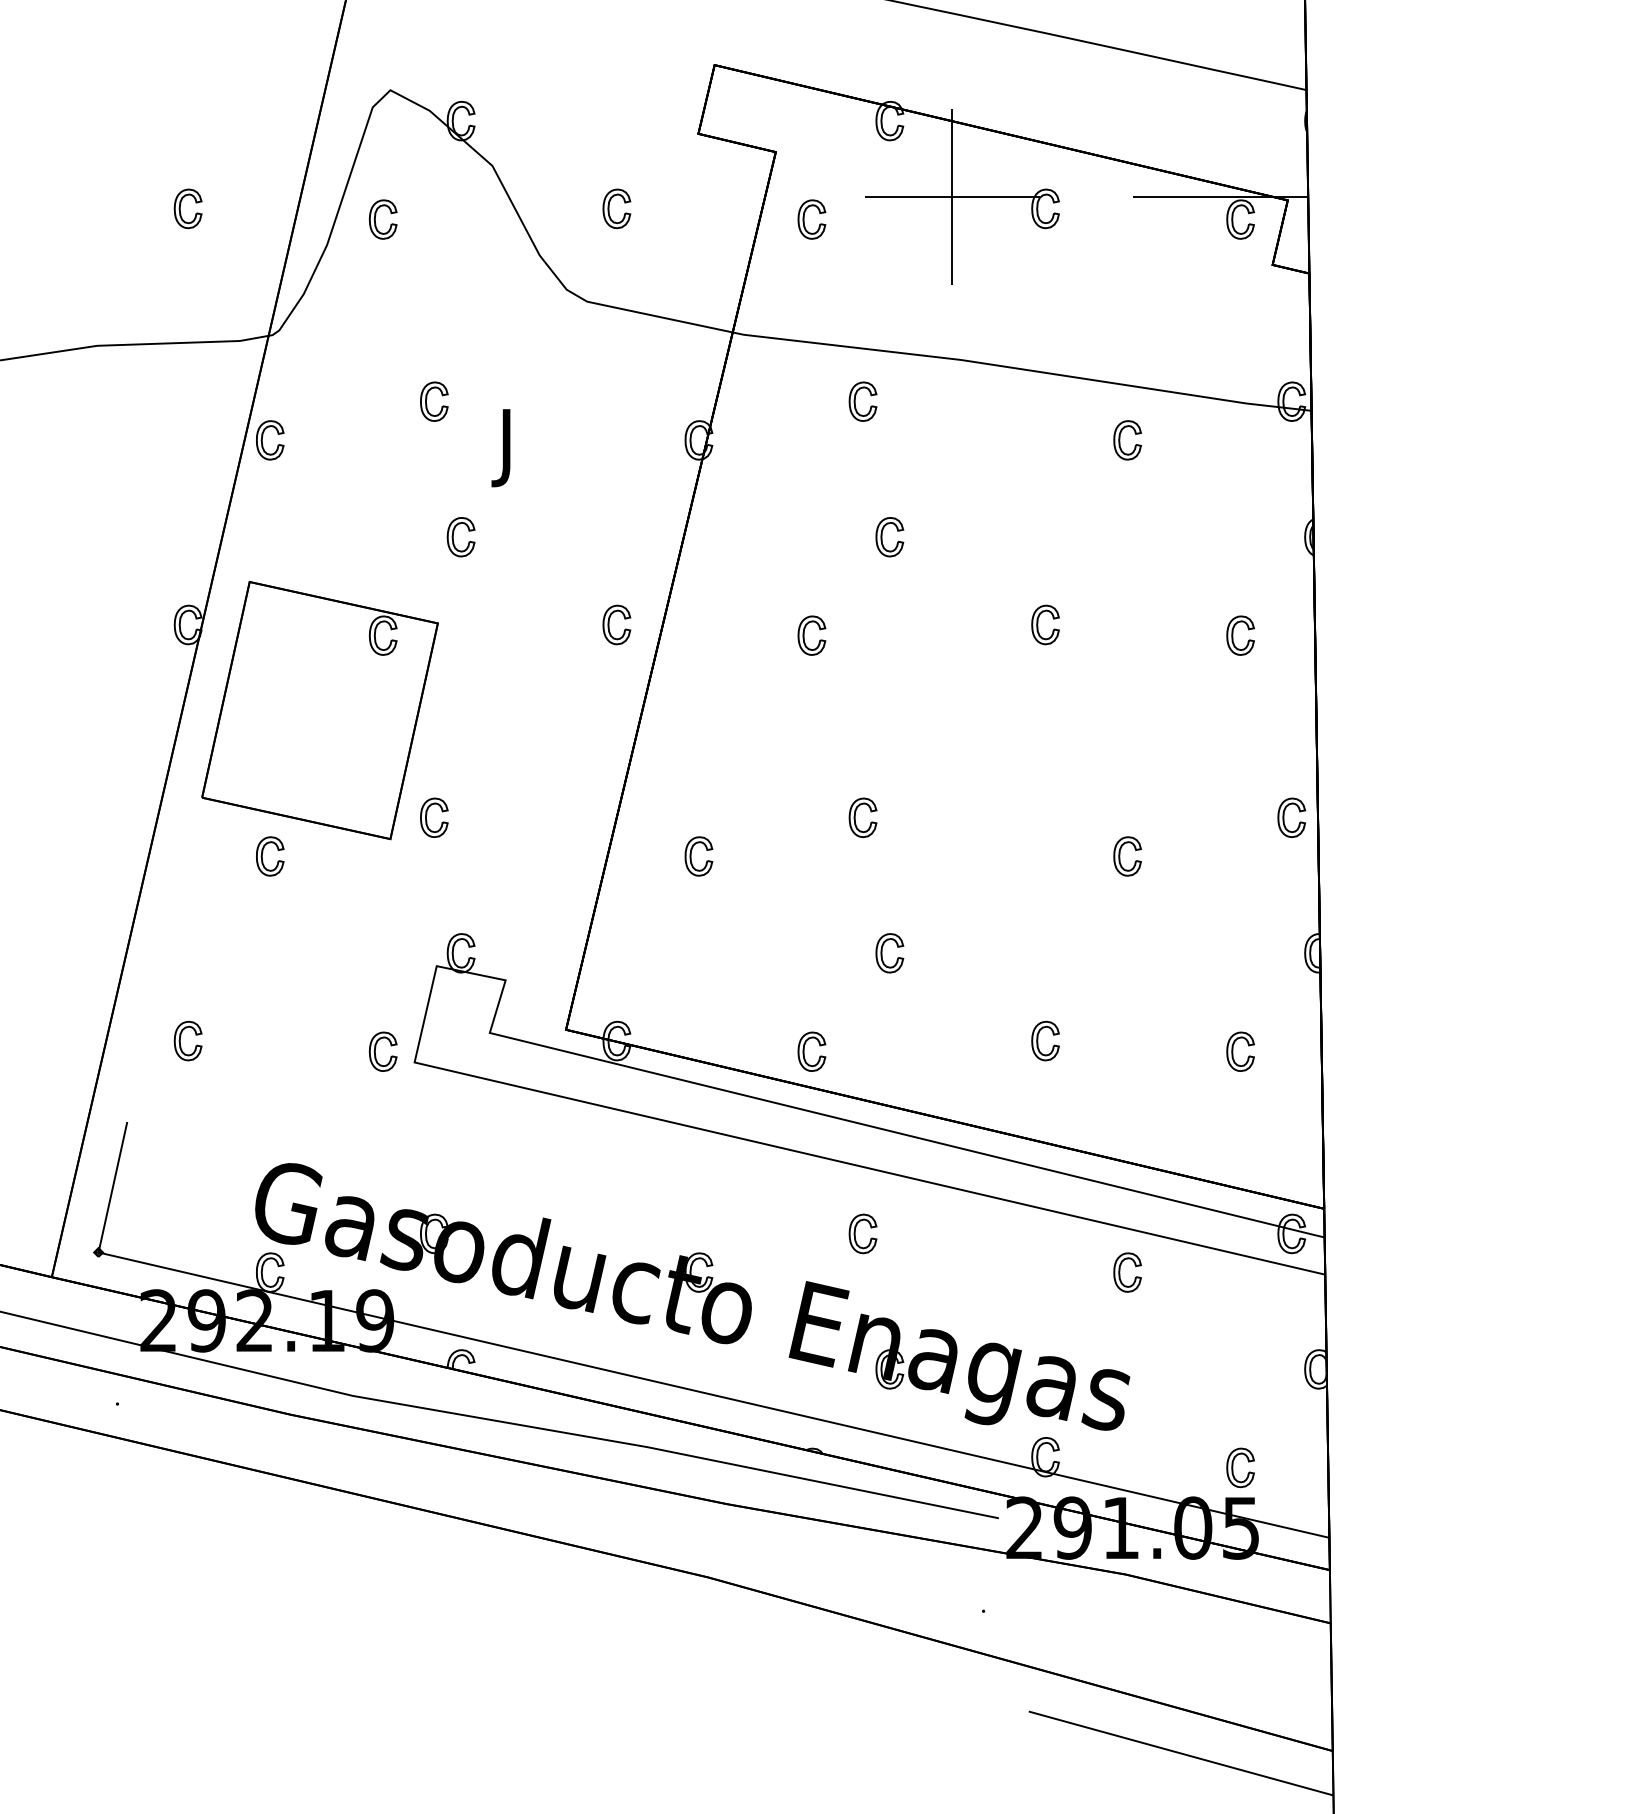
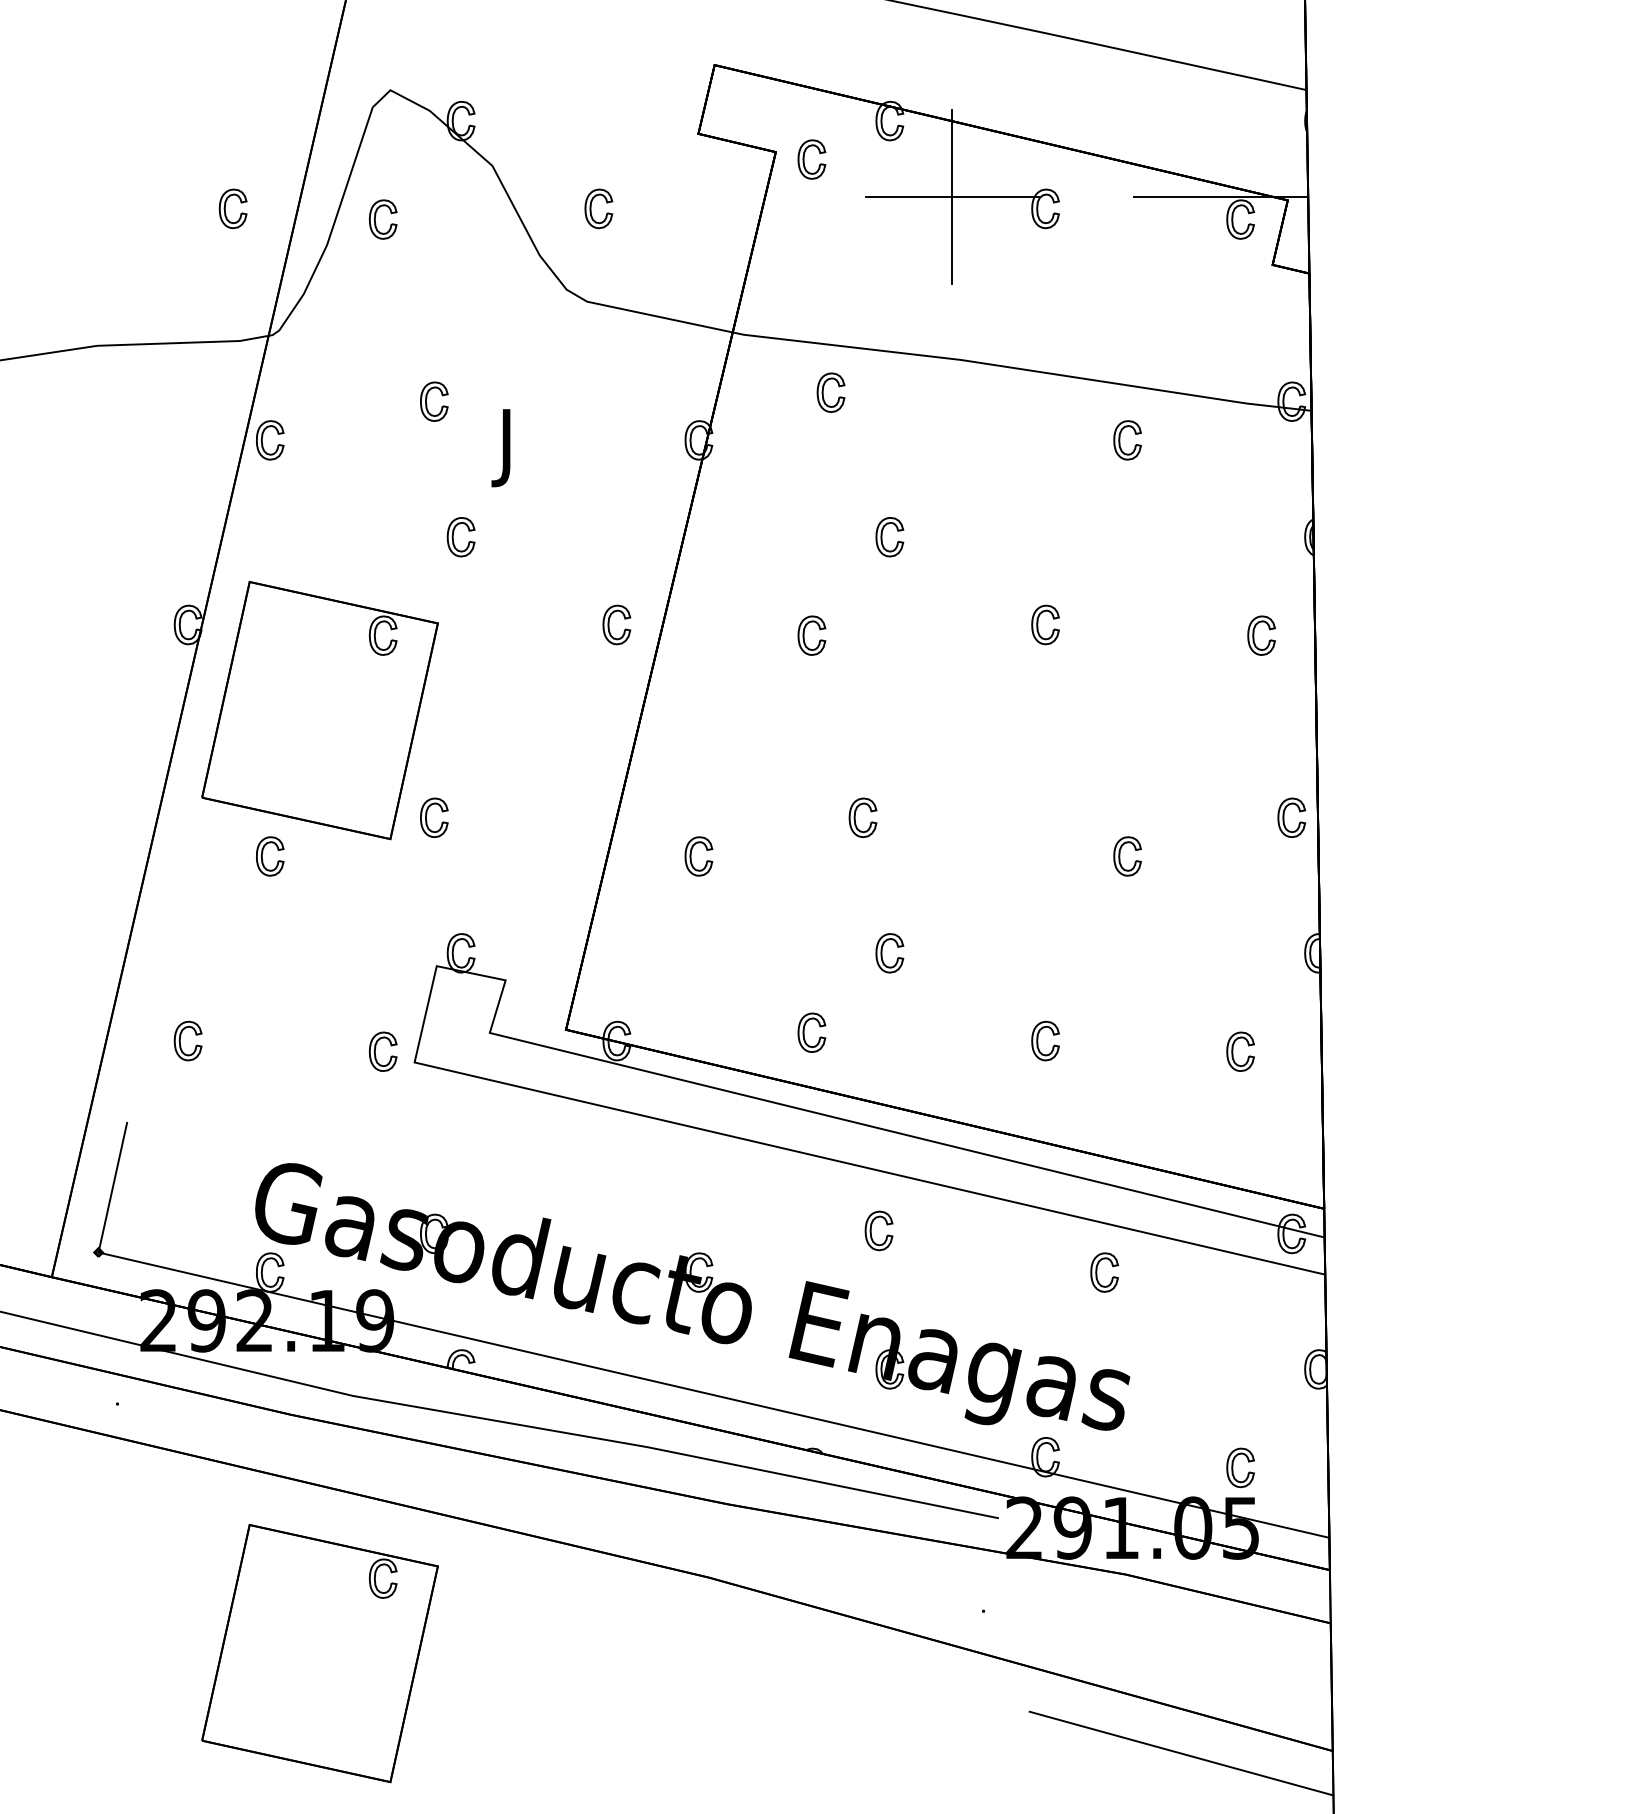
part at (180, 208) position: (180, 208) -> (225, 208)
part at (609, 208) position: (609, 208) -> (591, 208)
part at (804, 219) position: (804, 219) -> (804, 159)
part at (855, 401) position: (855, 401) -> (823, 392)
part at (1233, 635) position: (1233, 635) -> (1254, 635)
part at (804, 1051) position: (804, 1051) -> (804, 1032)
part at (855, 1233) position: (855, 1233) -> (871, 1230)
part at (1120, 1272) position: (1120, 1272) -> (1097, 1272)
part at (319, 1653): none -> present
